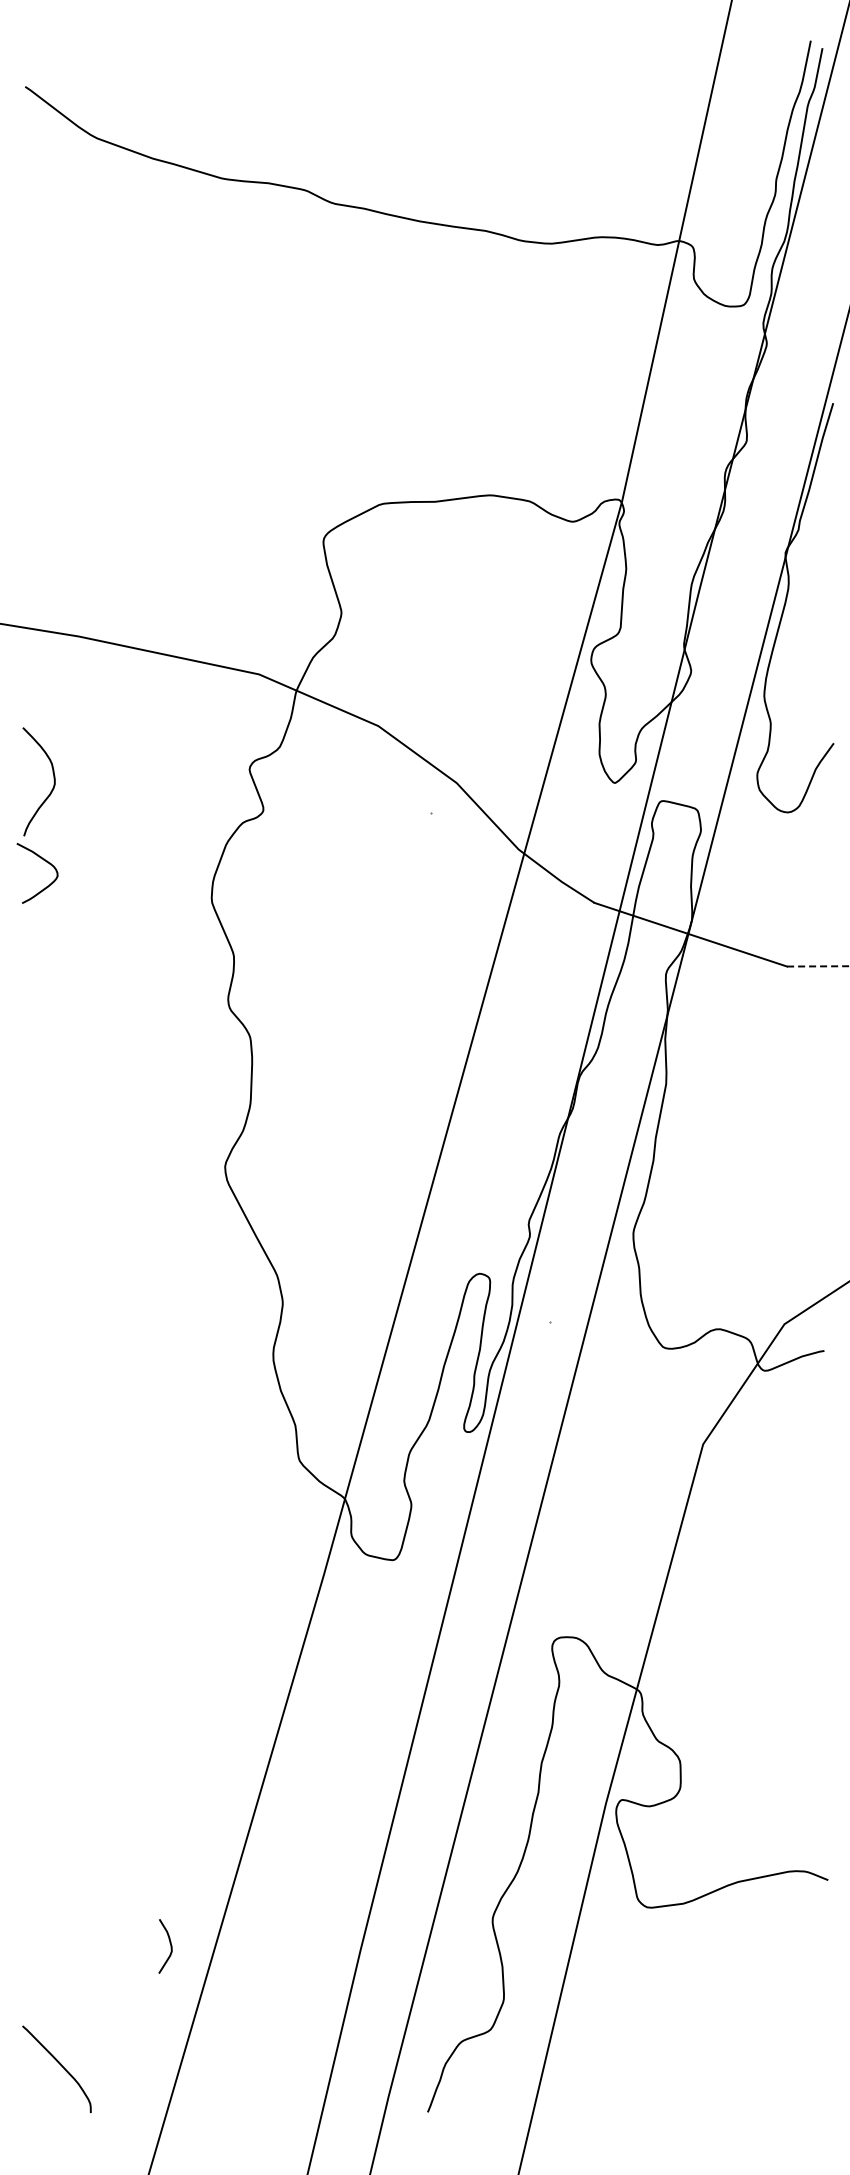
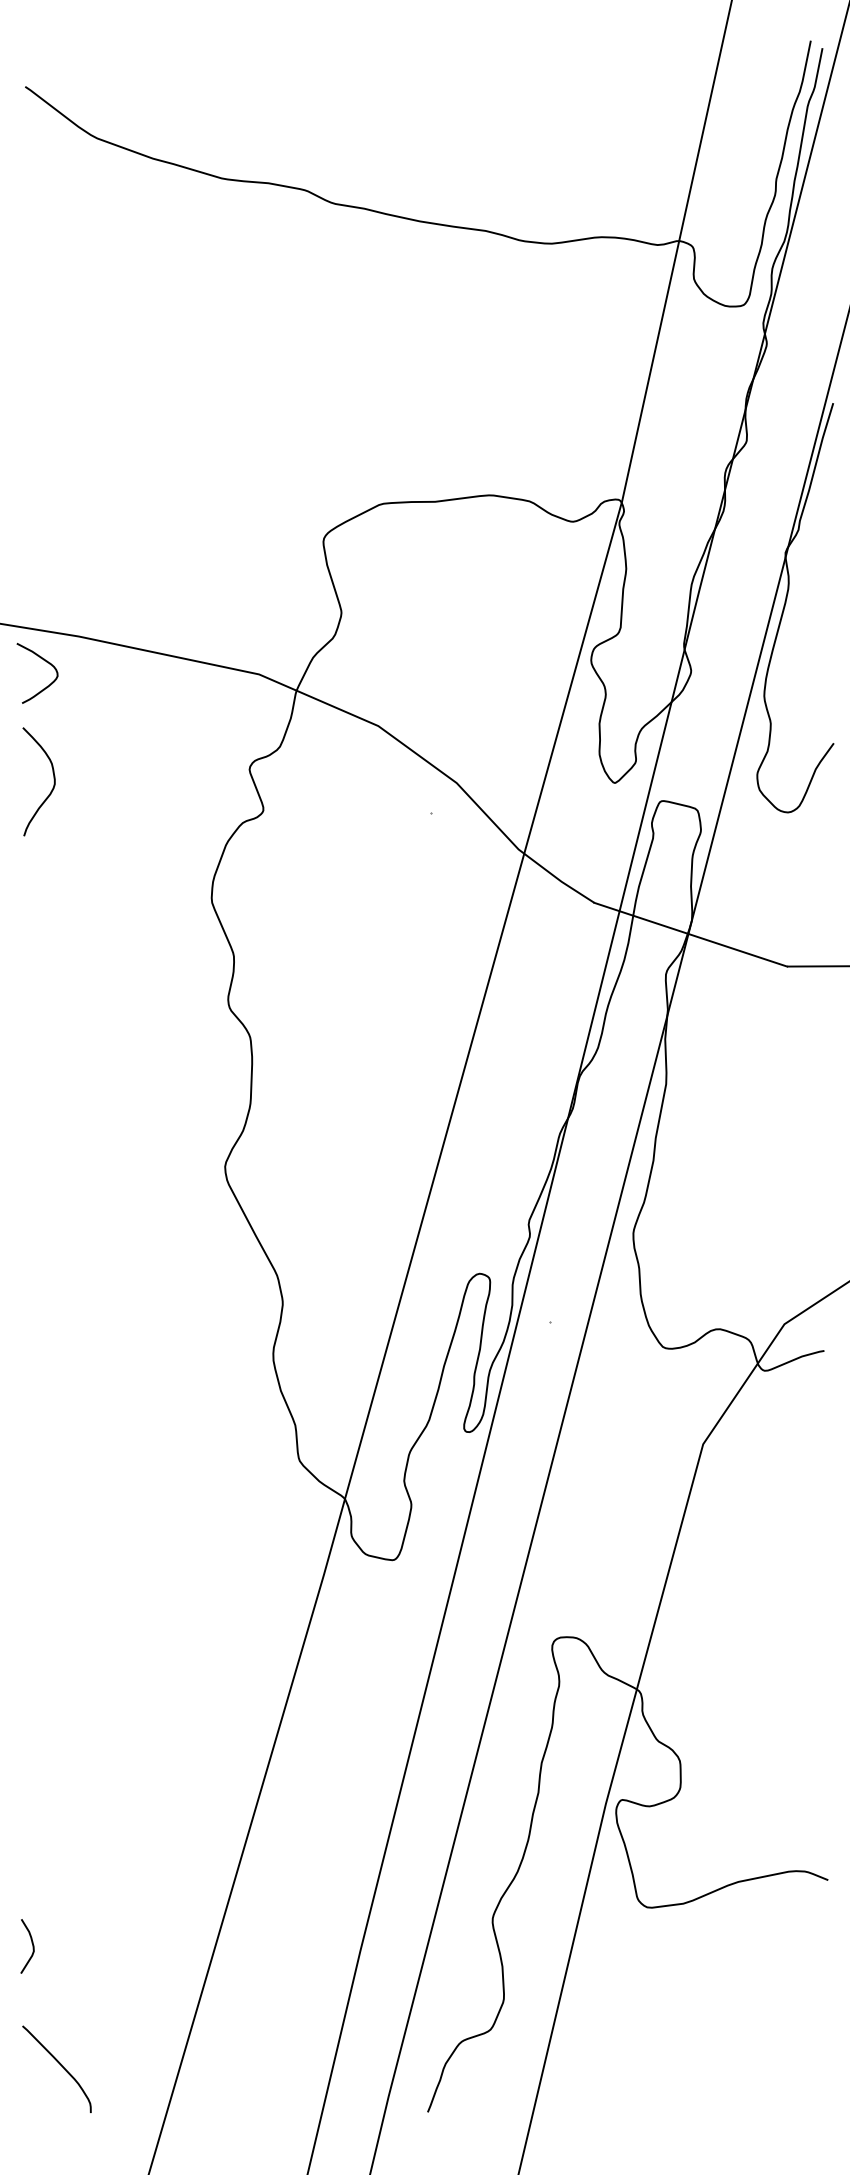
curve at (46, 862) position: (46, 862) -> (46, 662)
line at (818, 966): dashed -> solid
curve at (169, 1943) position: (169, 1943) -> (31, 1943)
